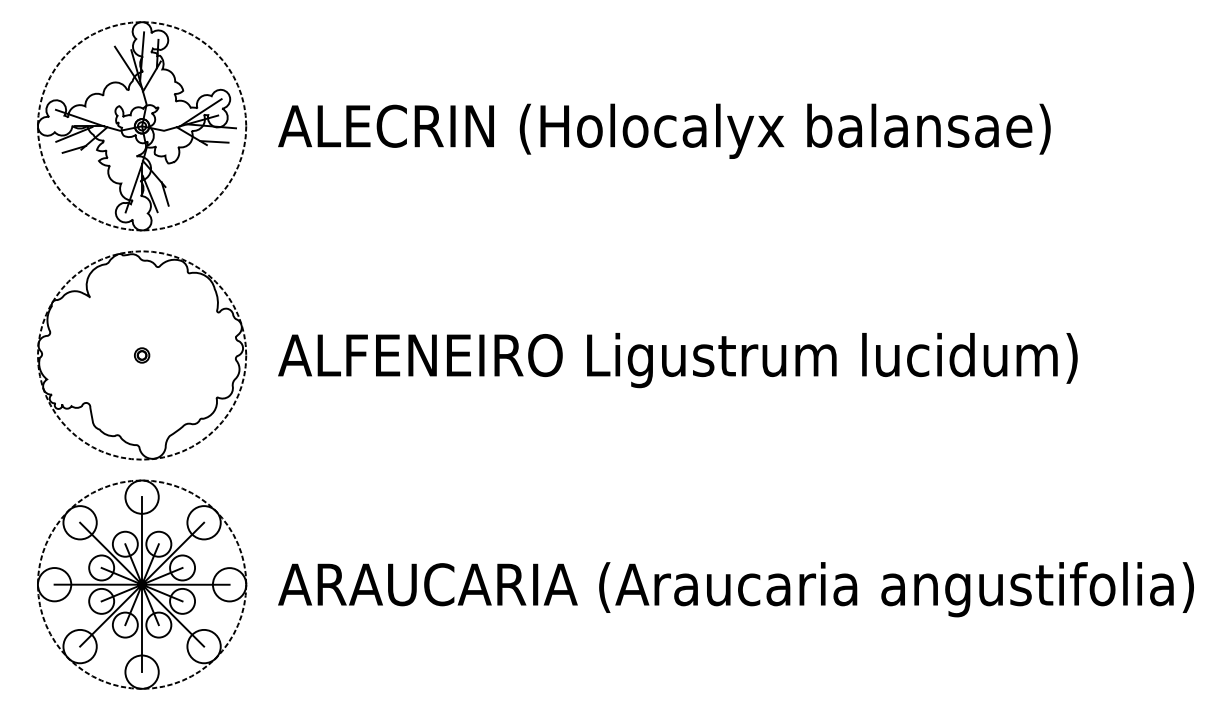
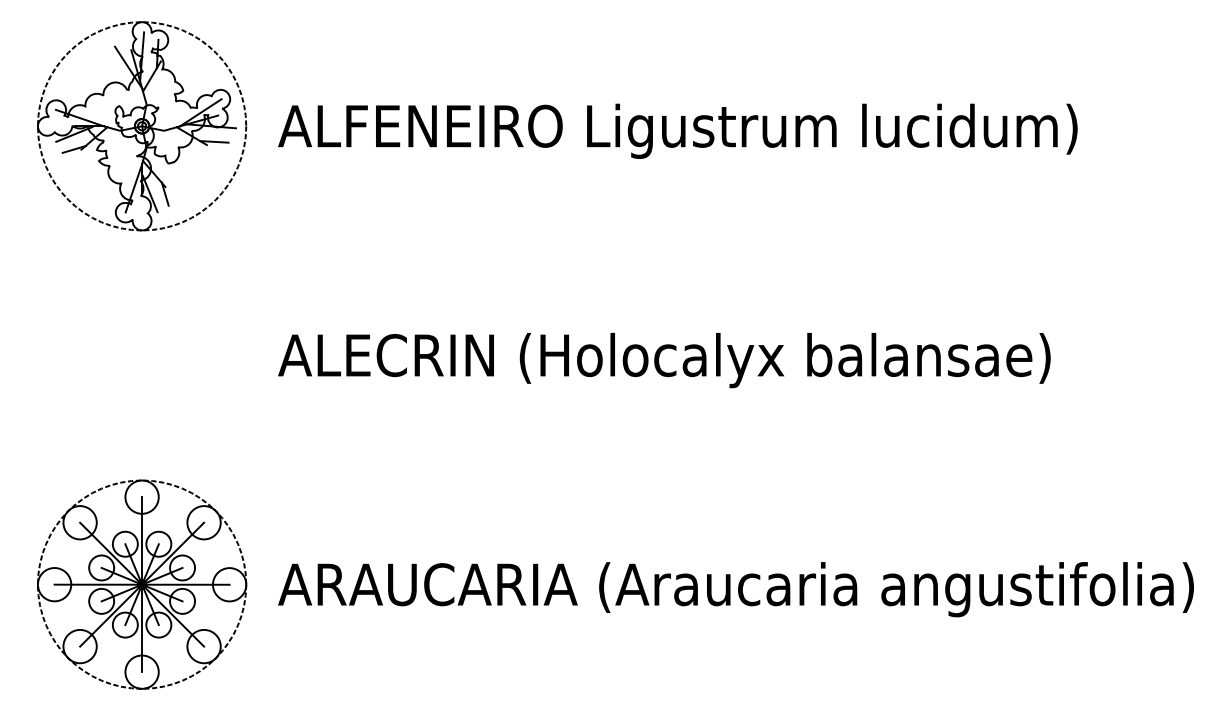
text at (714, 130): ALECRIN (Holocalyx balansae) -> ALFENEIRO Ligustrum lucidum)
part at (142, 355): present -> none
text at (714, 360): ALFENEIRO Ligustrum lucidum) -> ALECRIN (Holocalyx balansae)
